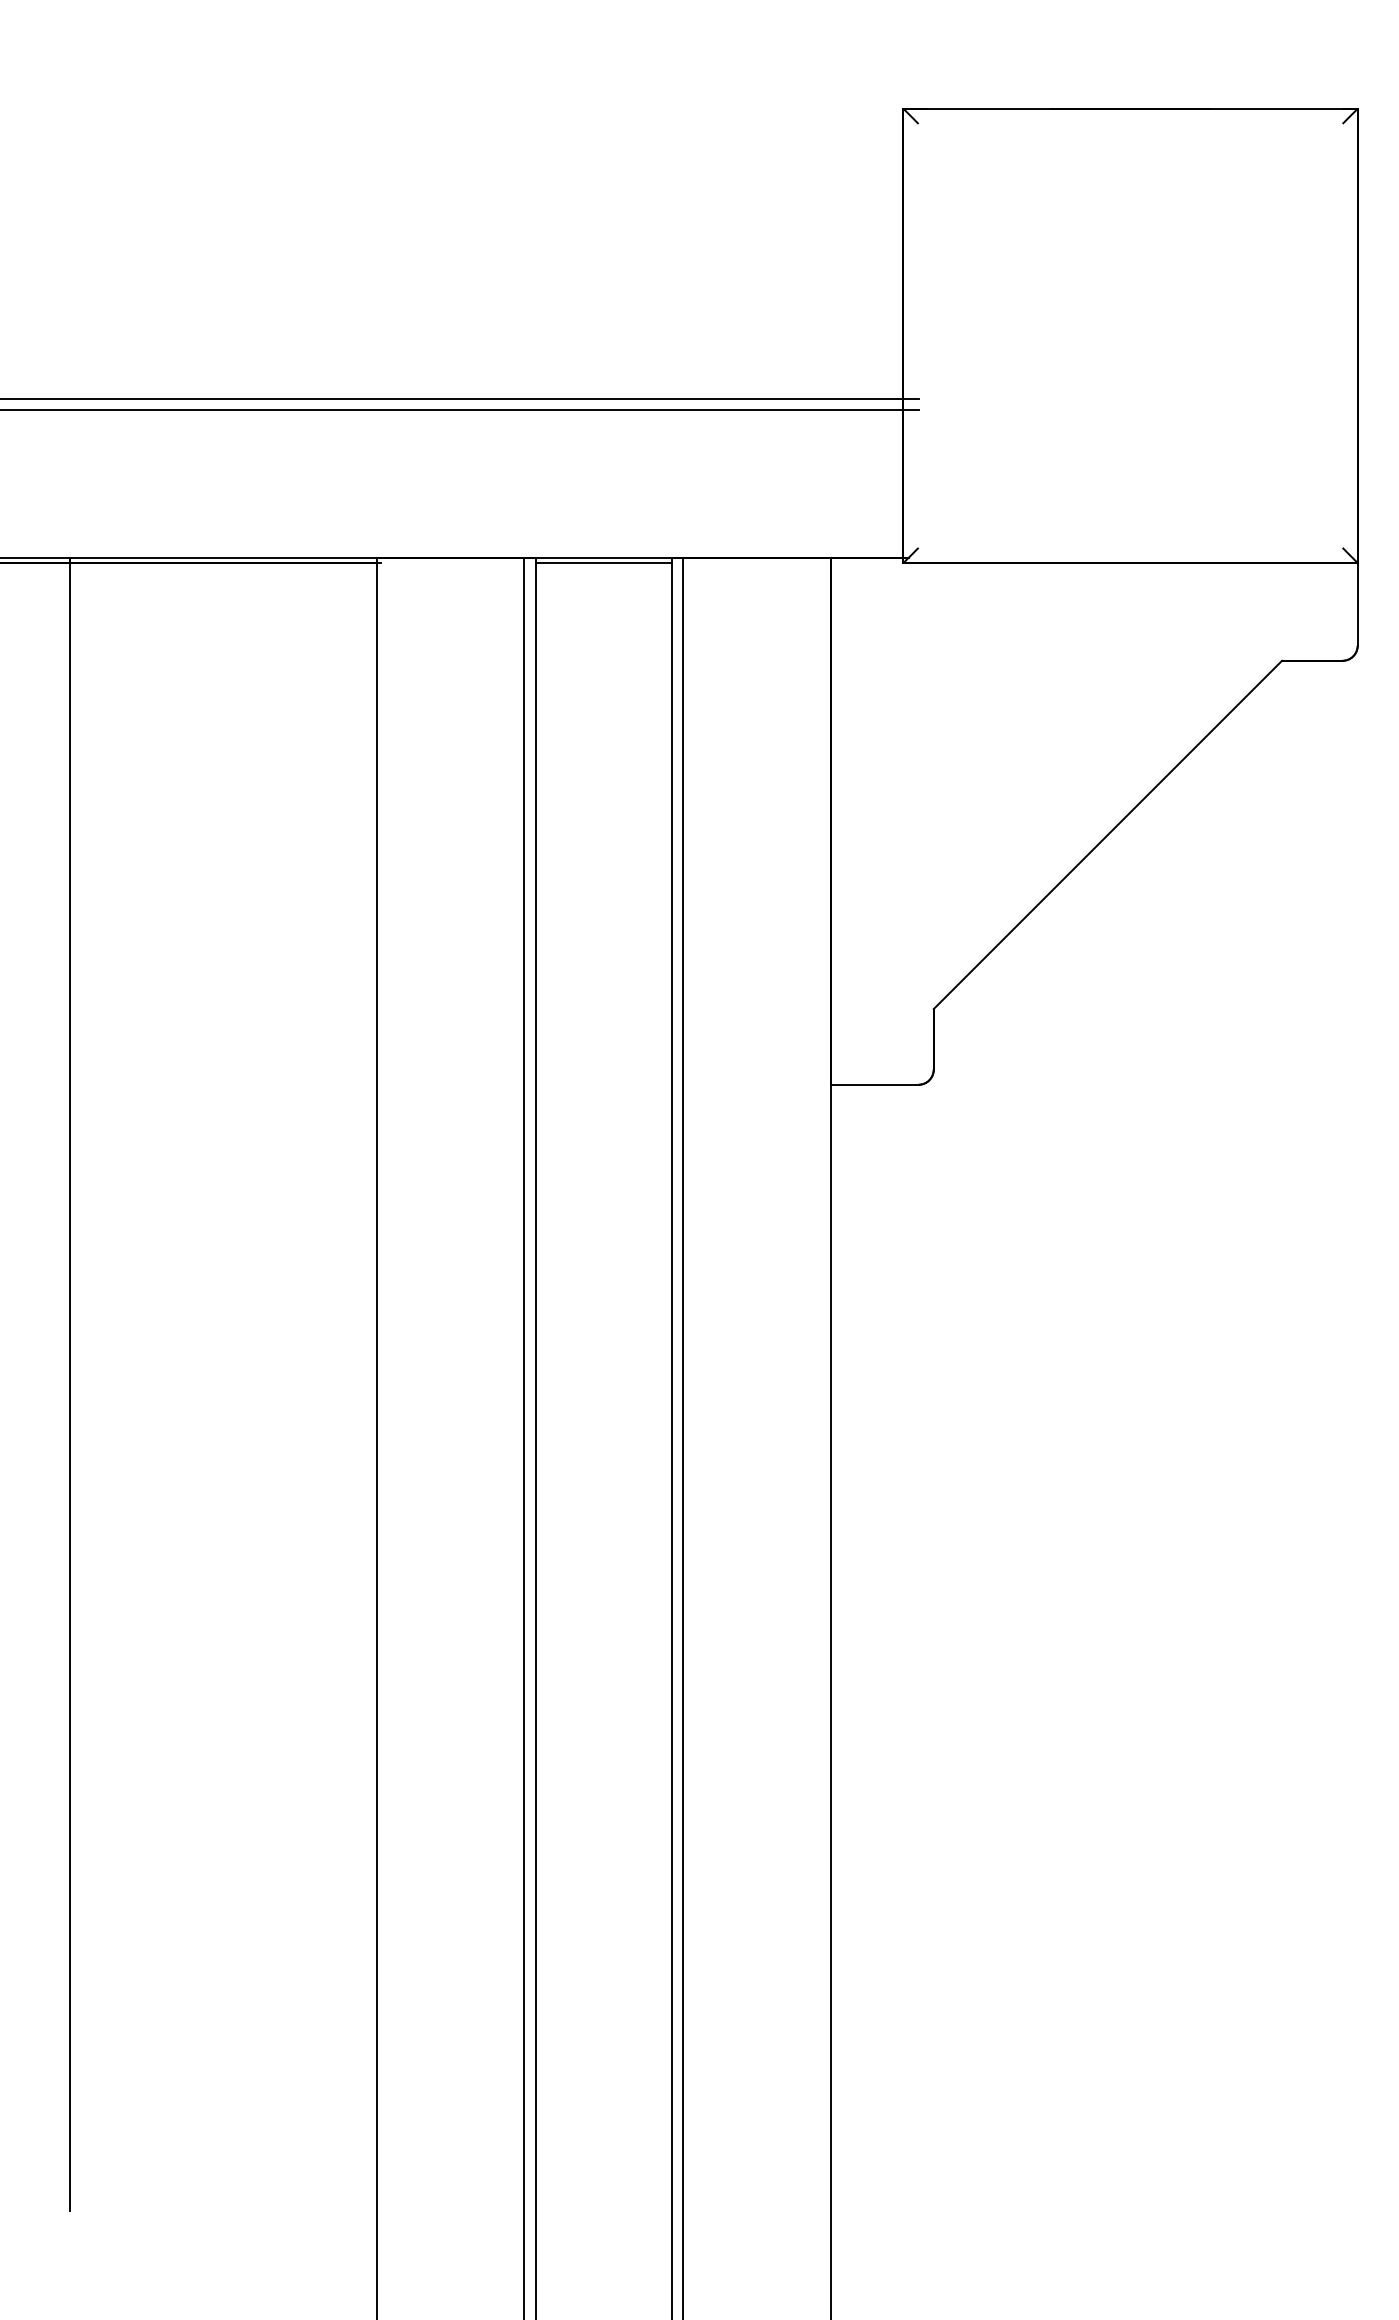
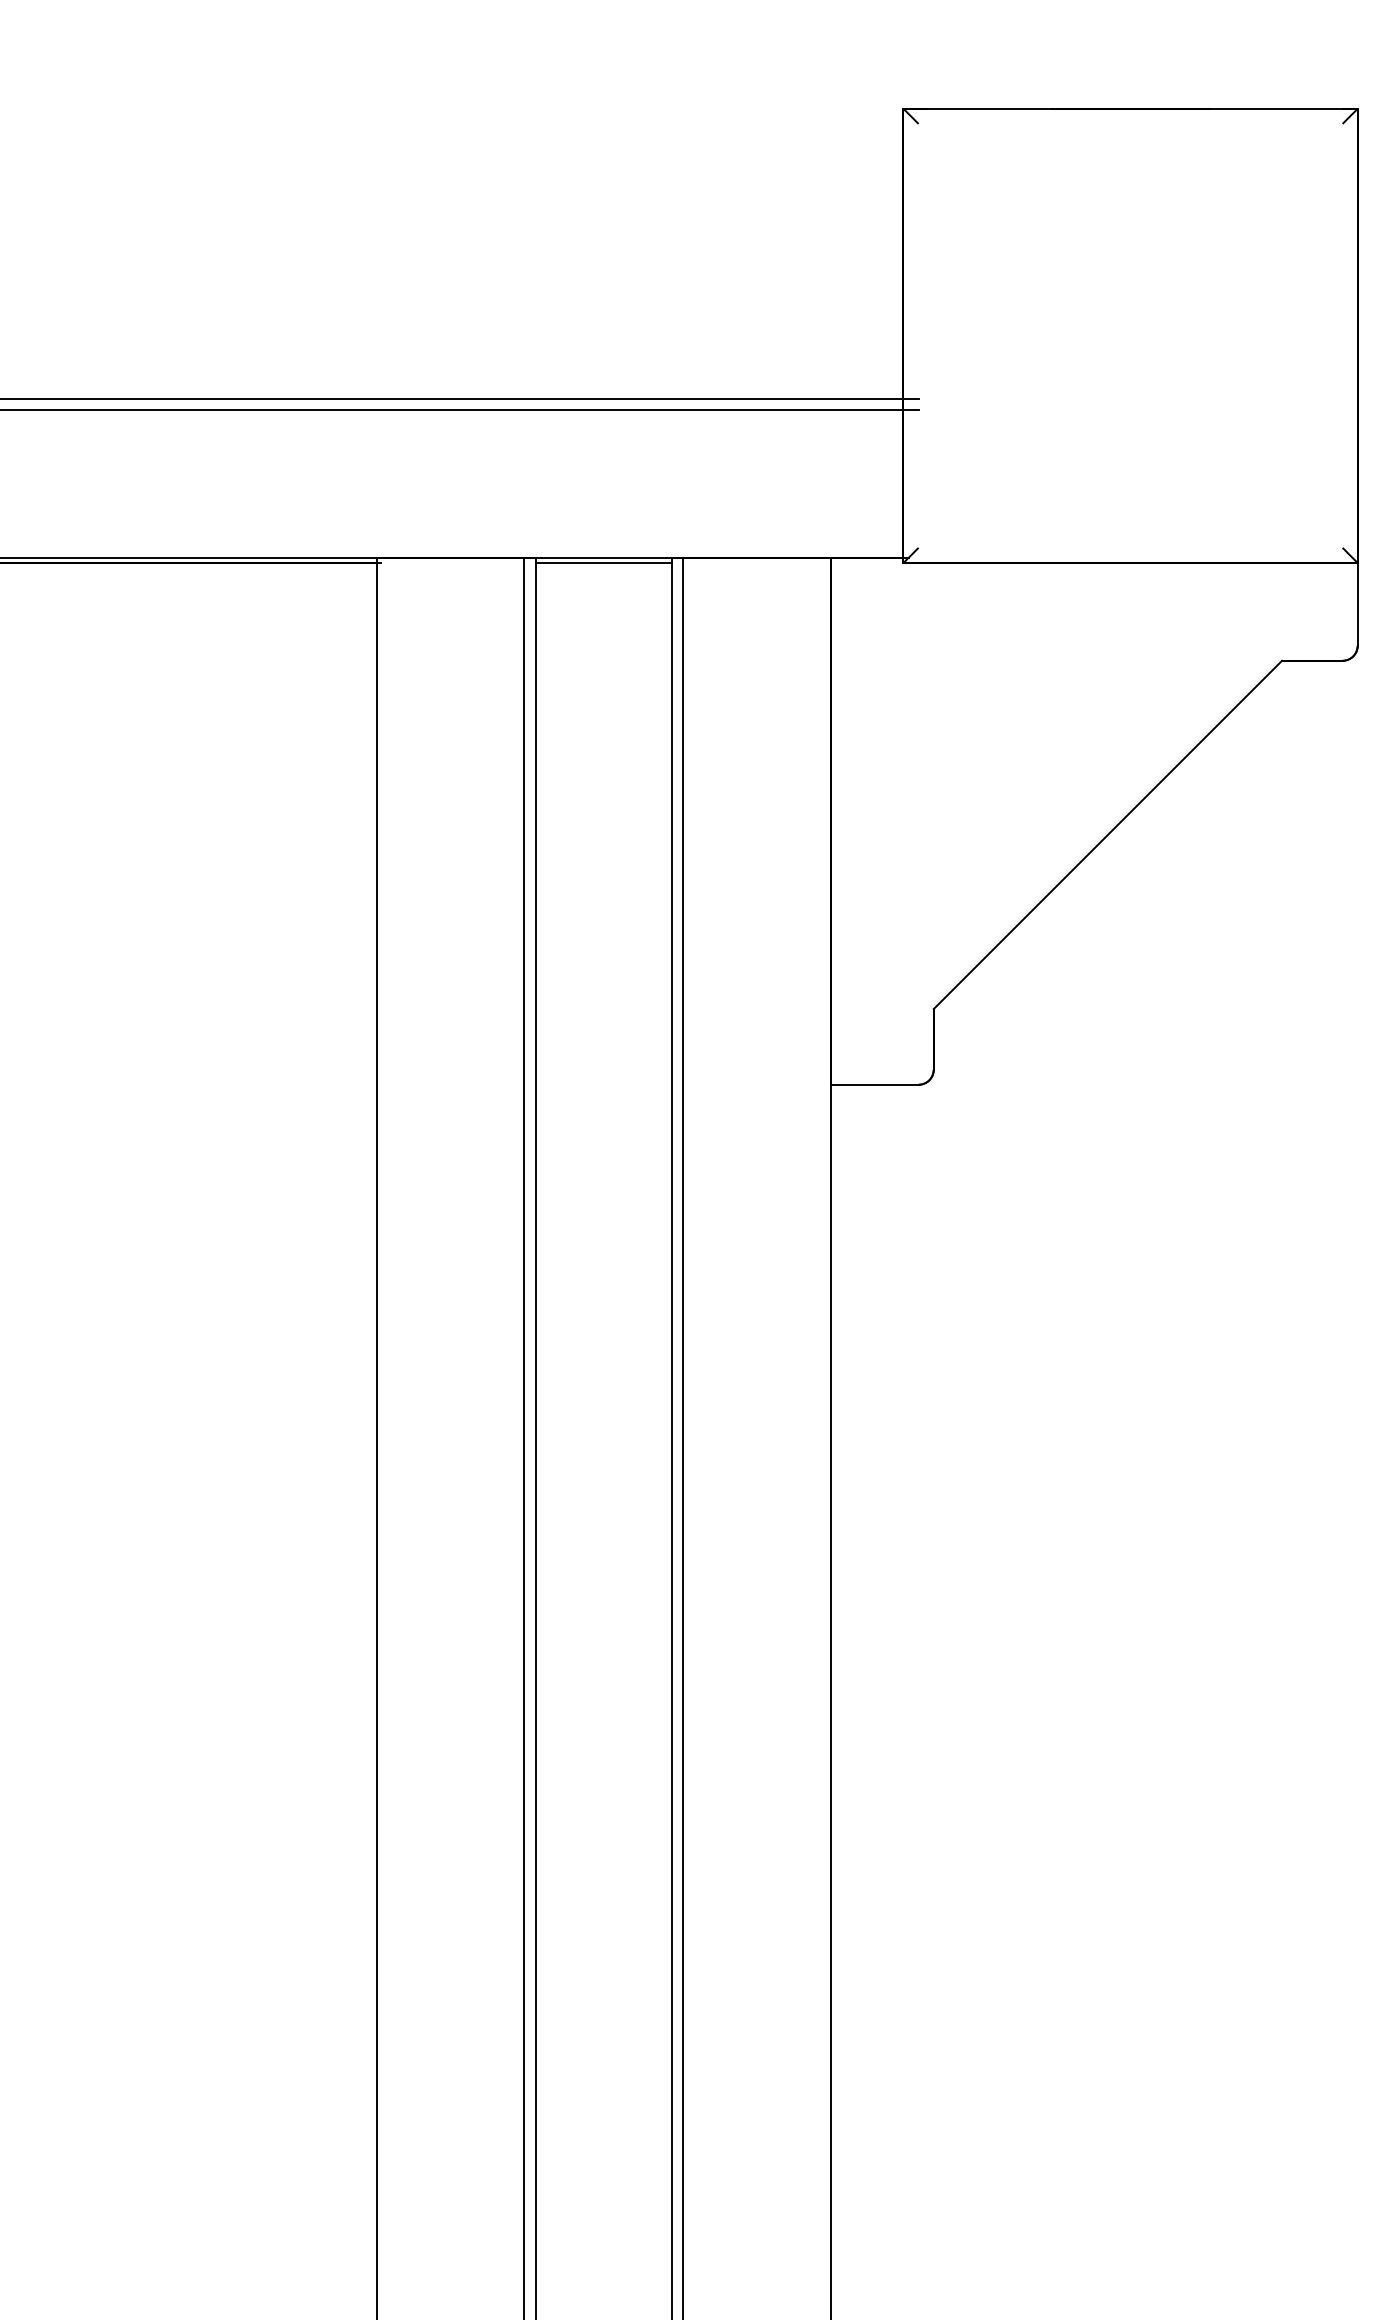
line at (69, 1384): present -> none
